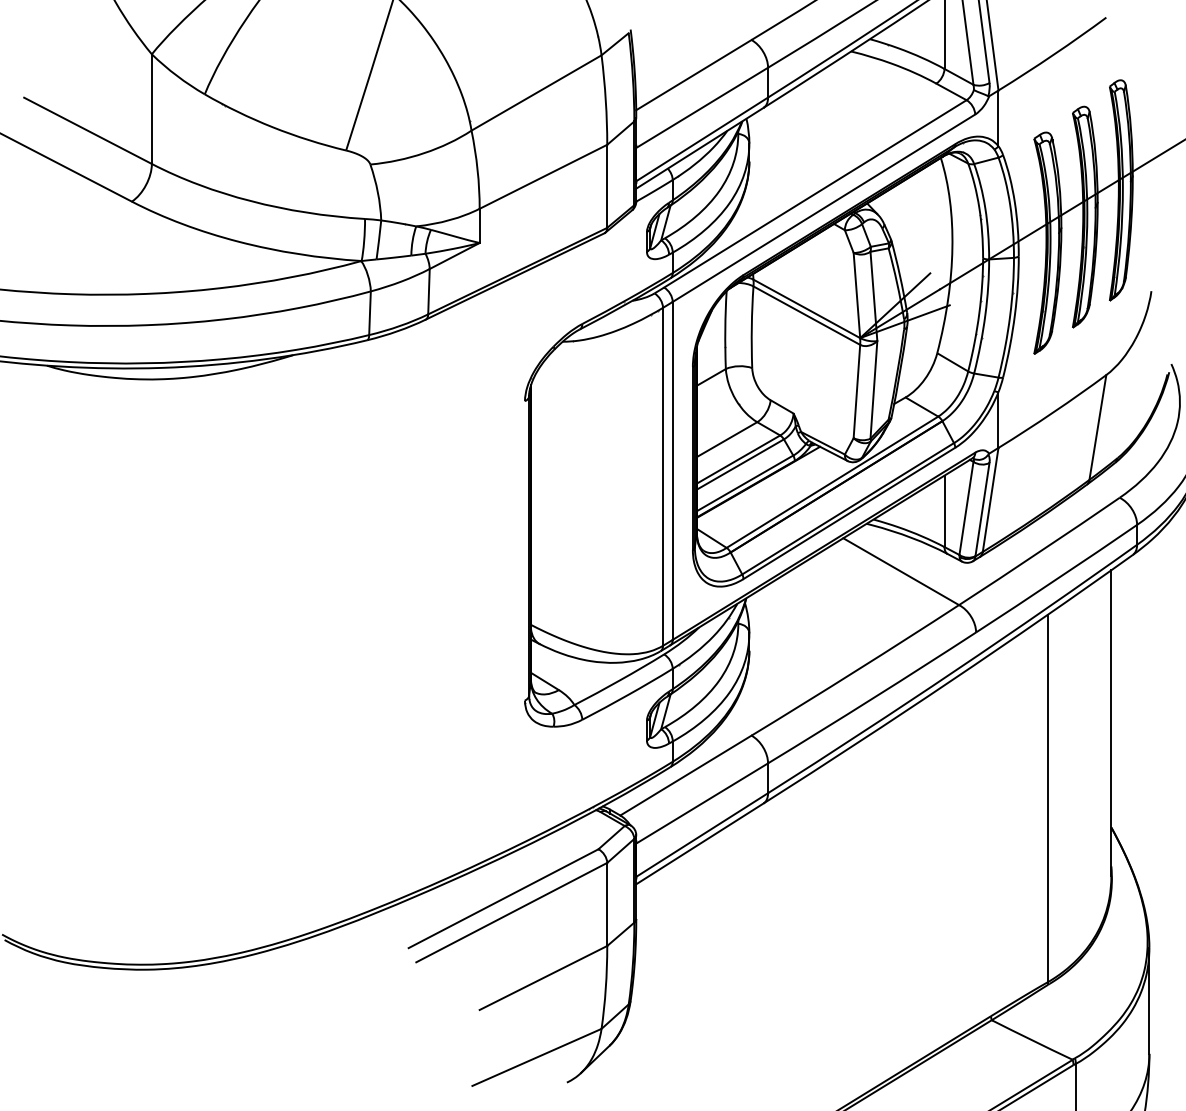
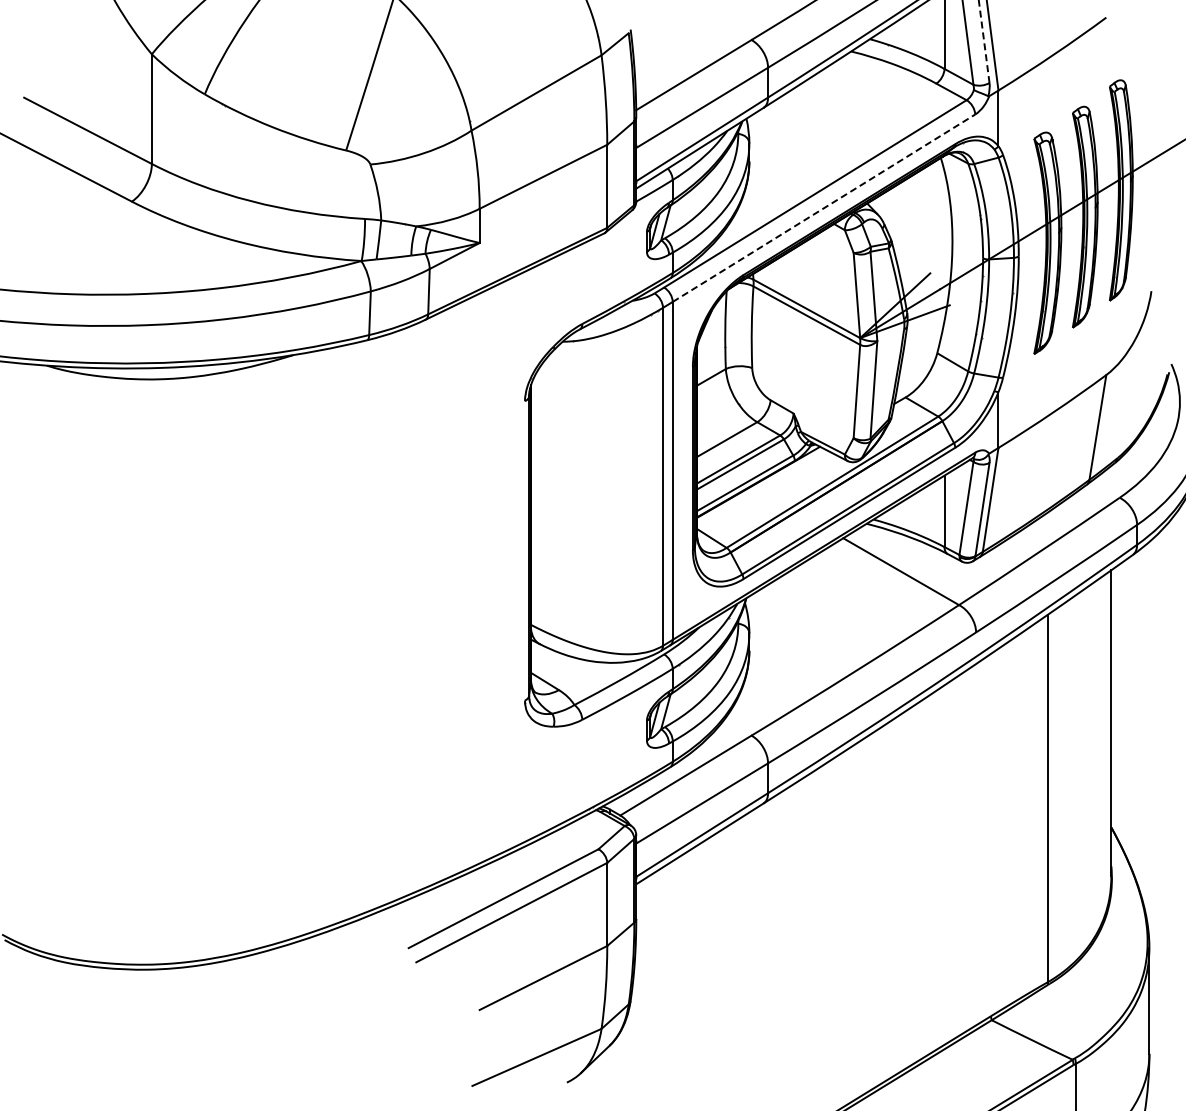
line at (984, 41): solid -> dashed
line at (823, 208): solid -> dashed
